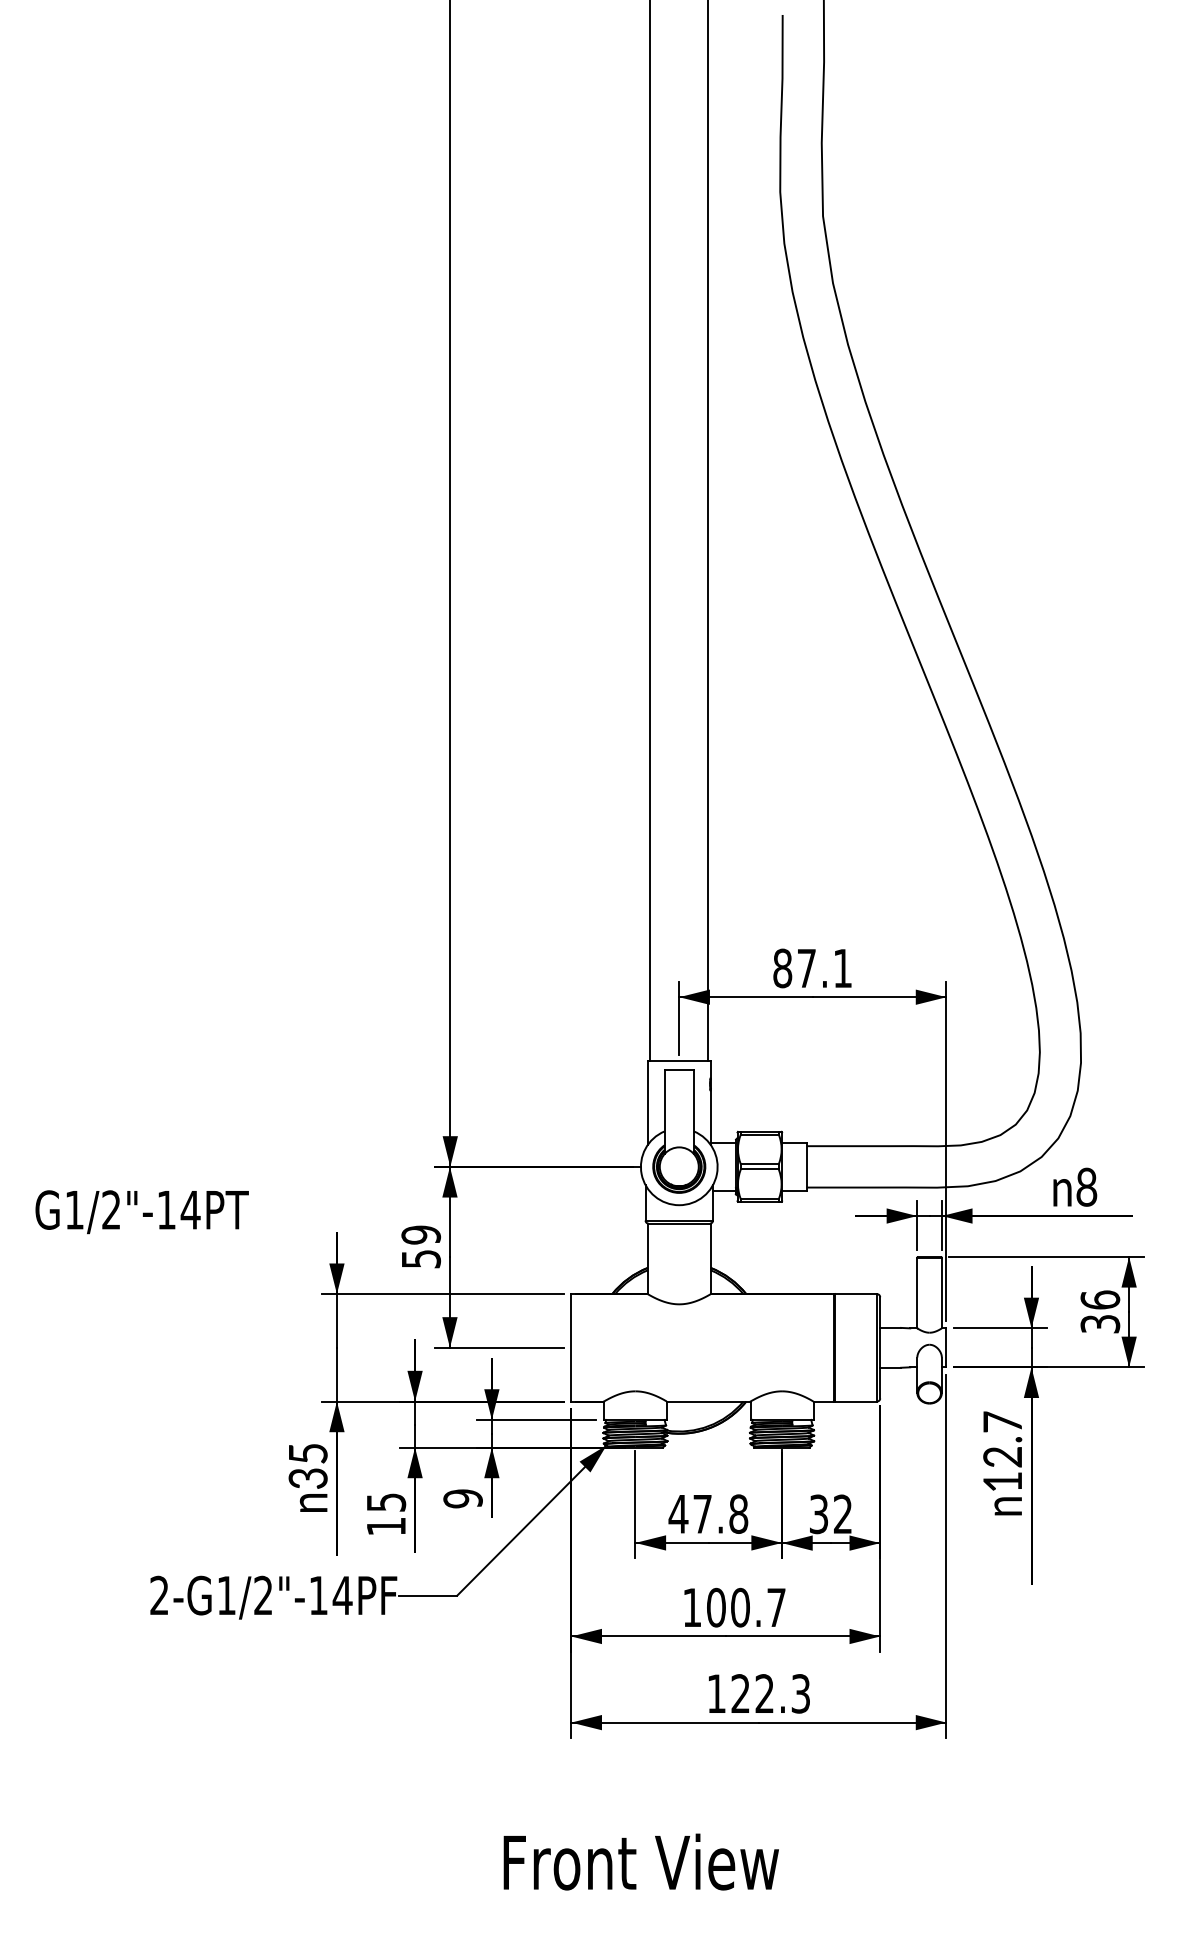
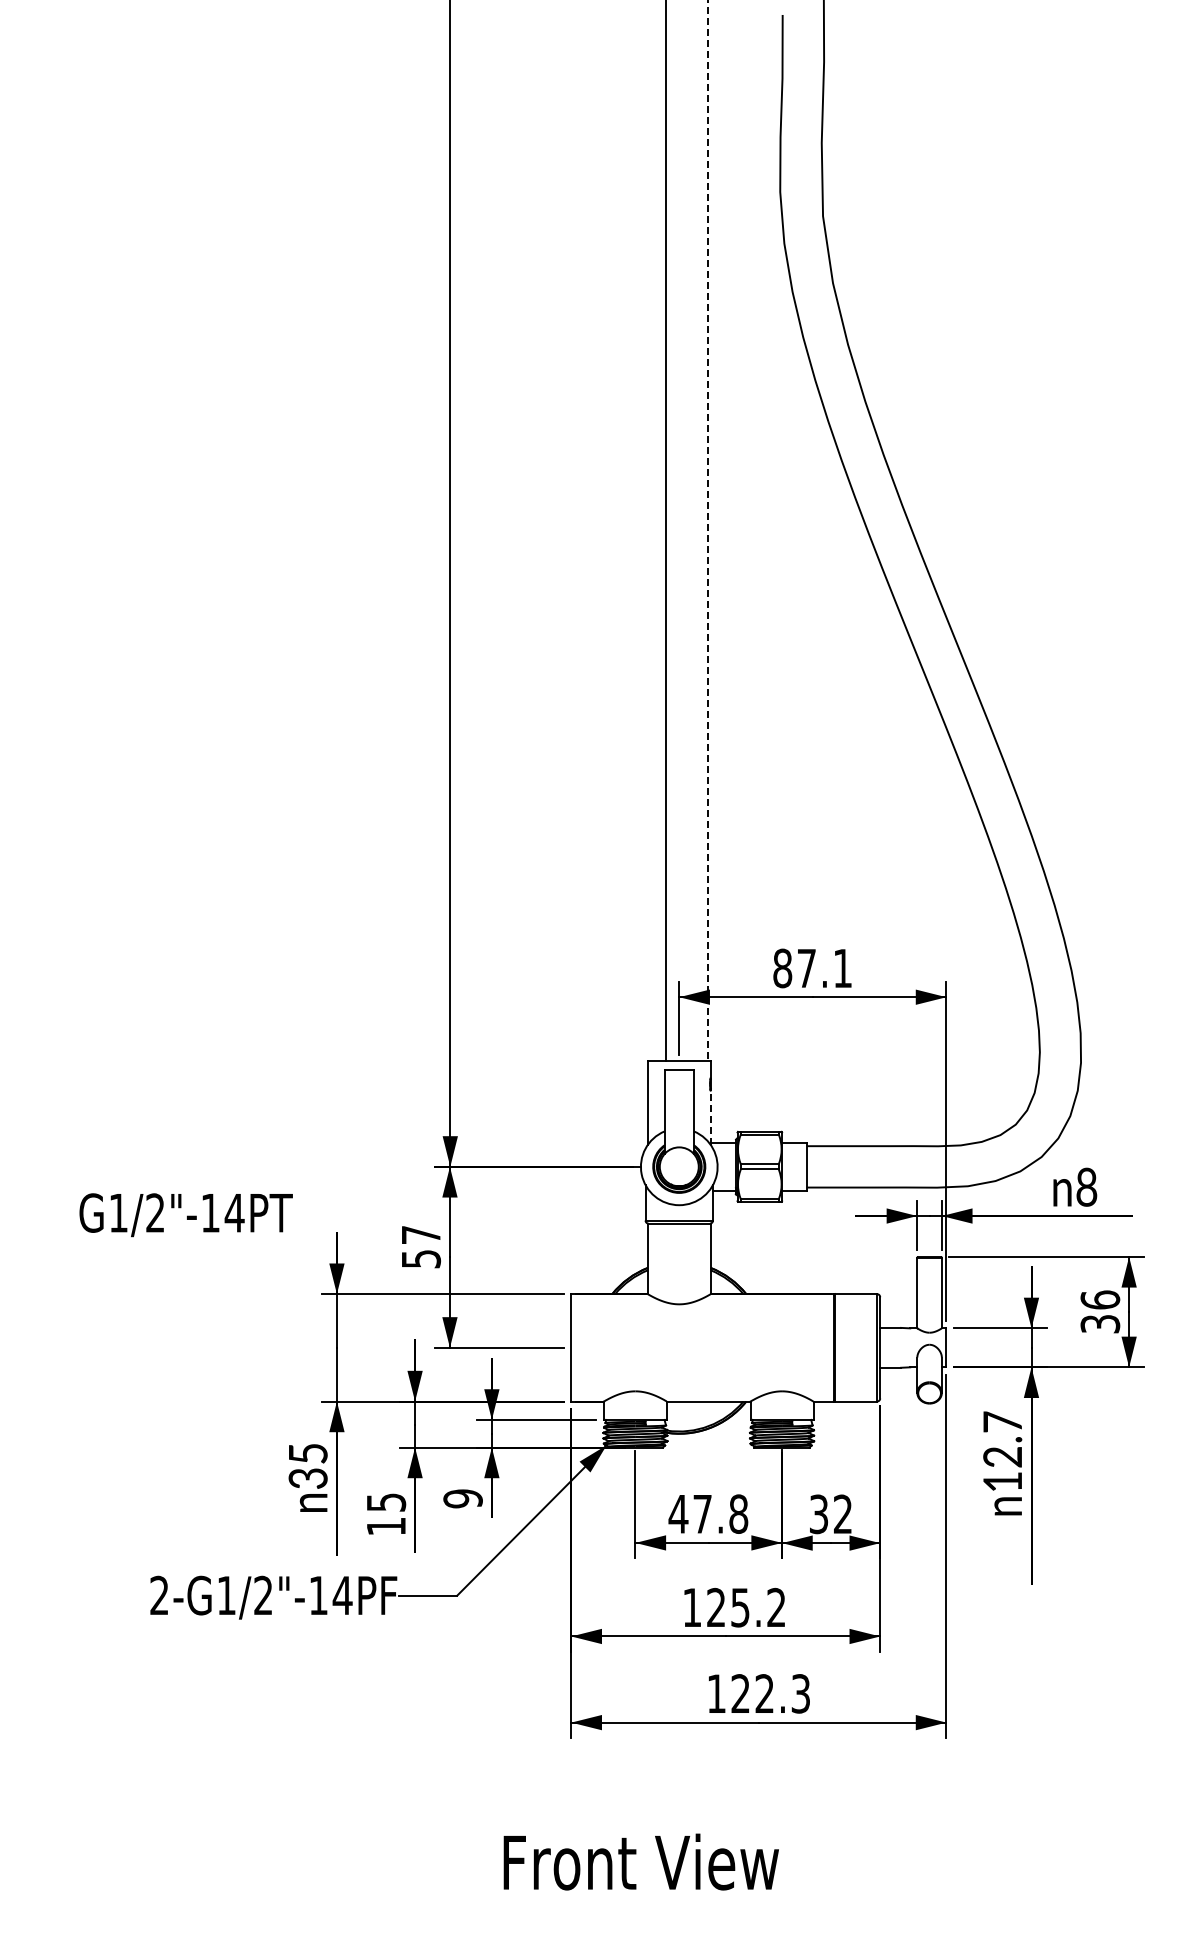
line at (650, 531) position: (650, 531) -> (666, 531)
line at (708, 531): solid -> dashed
line at (710, 1117): solid -> dashed
text at (141, 1212) position: (141, 1212) -> (185, 1215)
text at (421, 1234): 59 -> 57
text at (746, 1607): 100.7 -> 125.2
